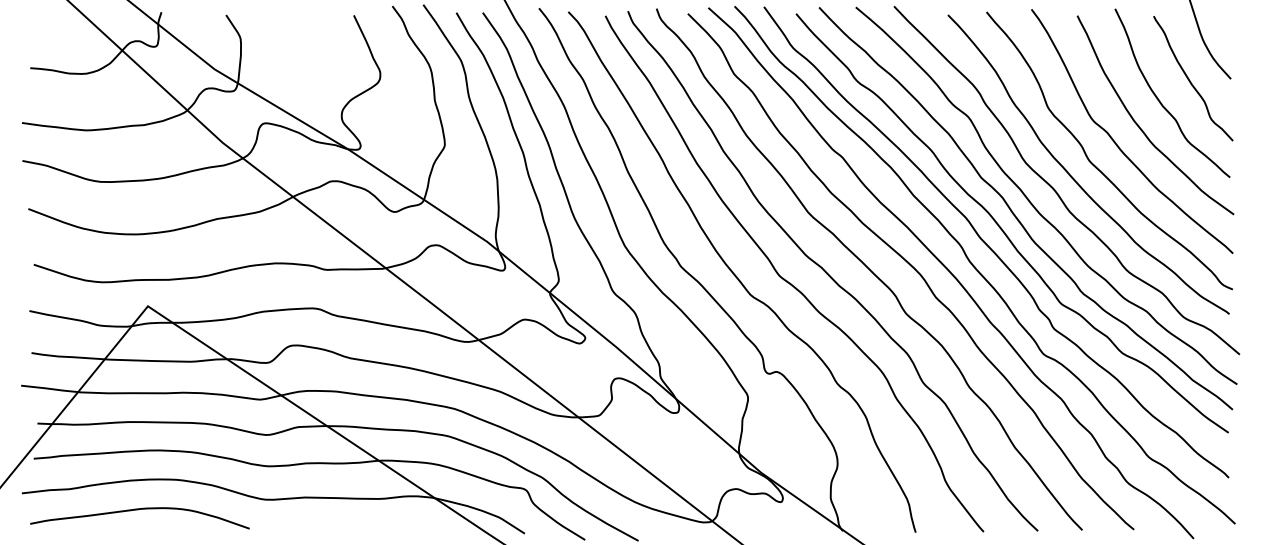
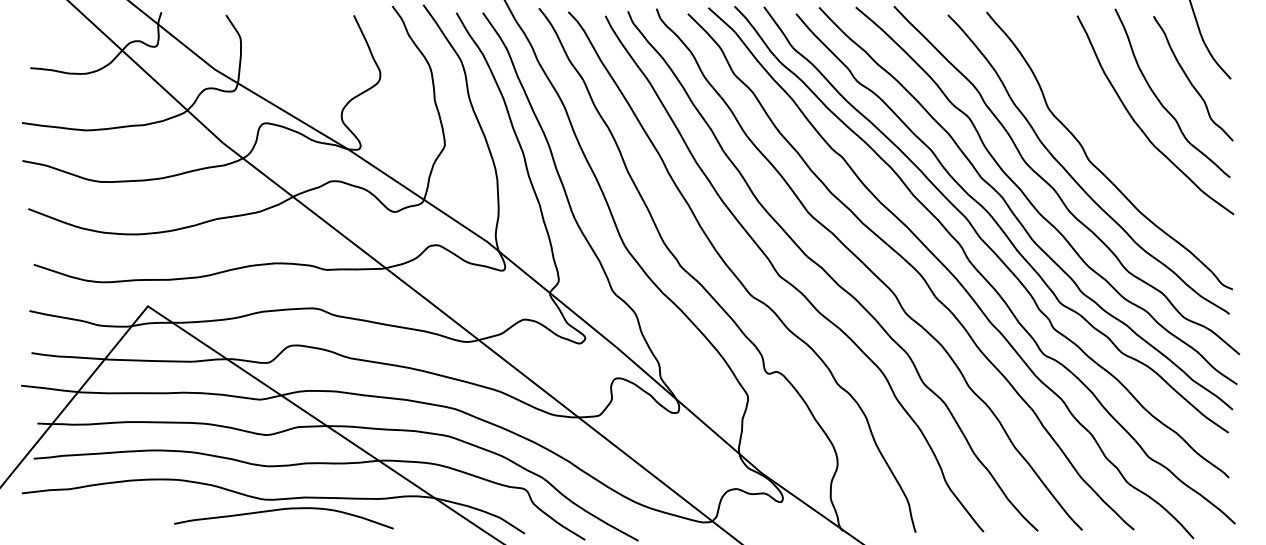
curve at (1116, 142): present -> none
curve at (138, 510) position: (138, 510) -> (282, 510)
